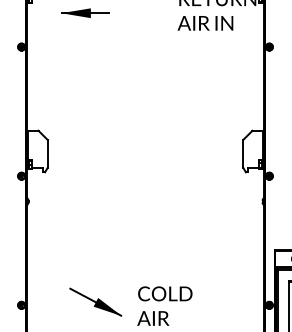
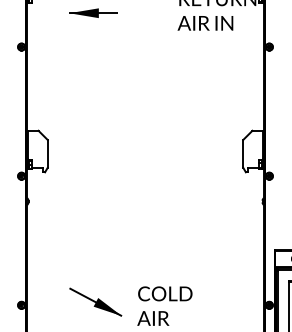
part at (85, 12) position: (85, 12) -> (93, 12)
